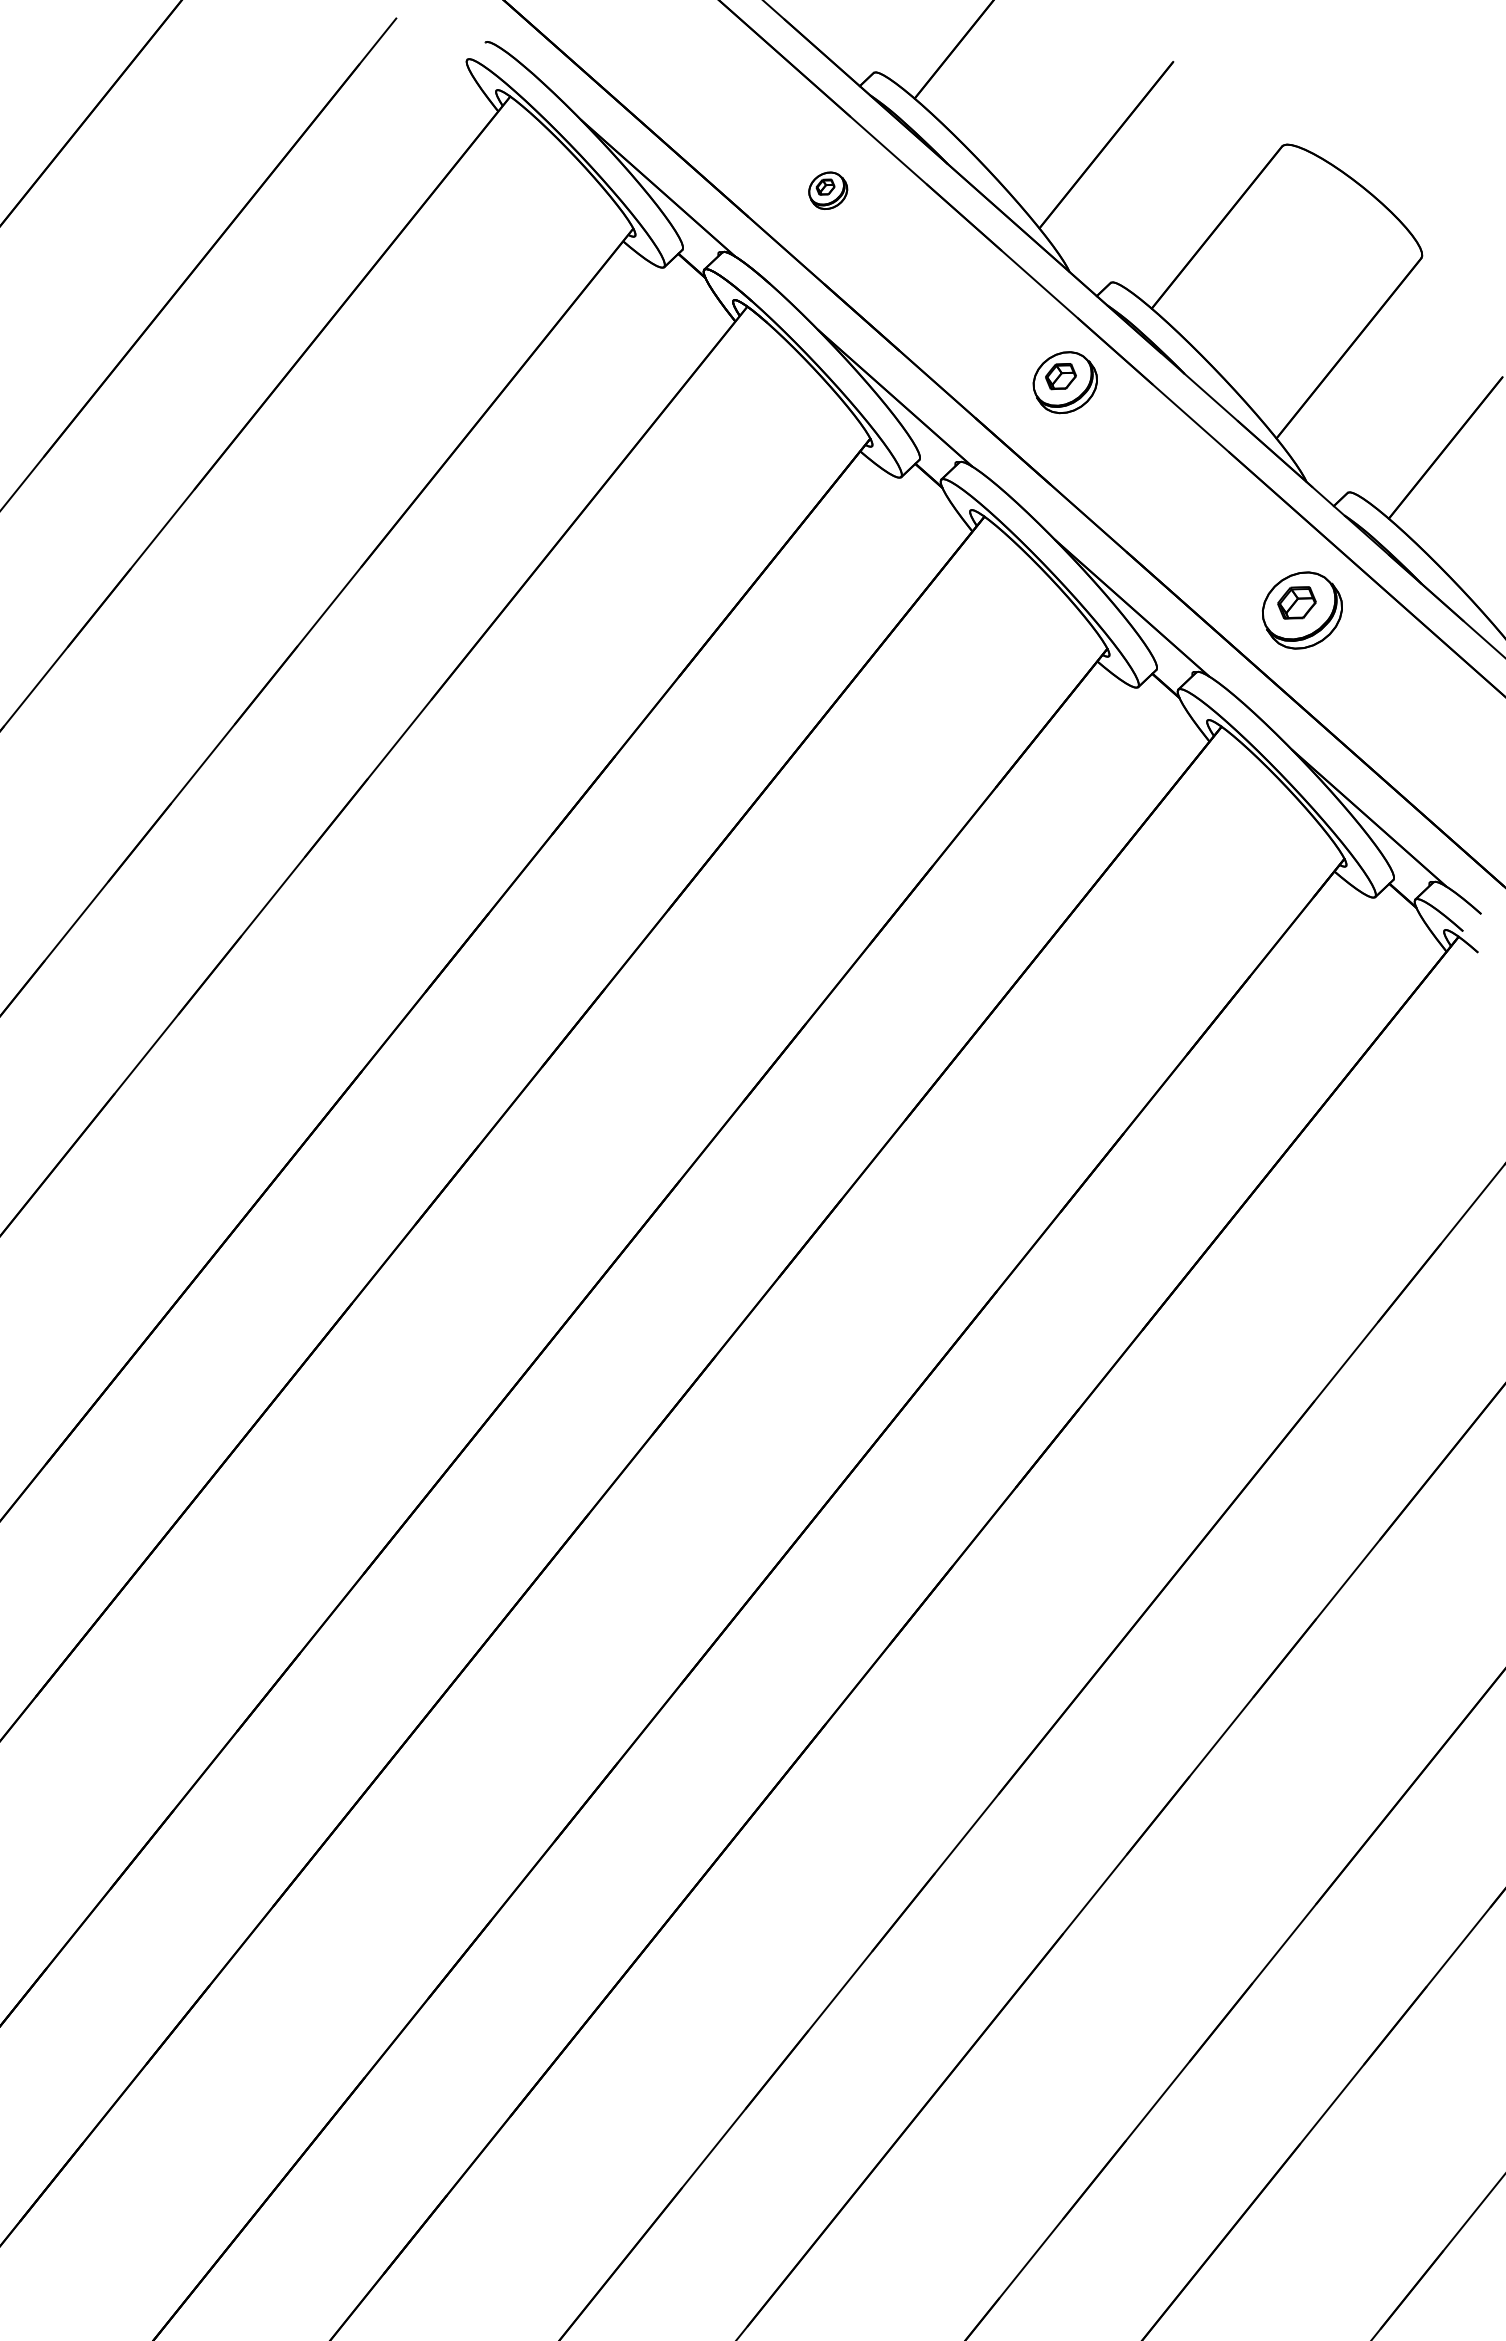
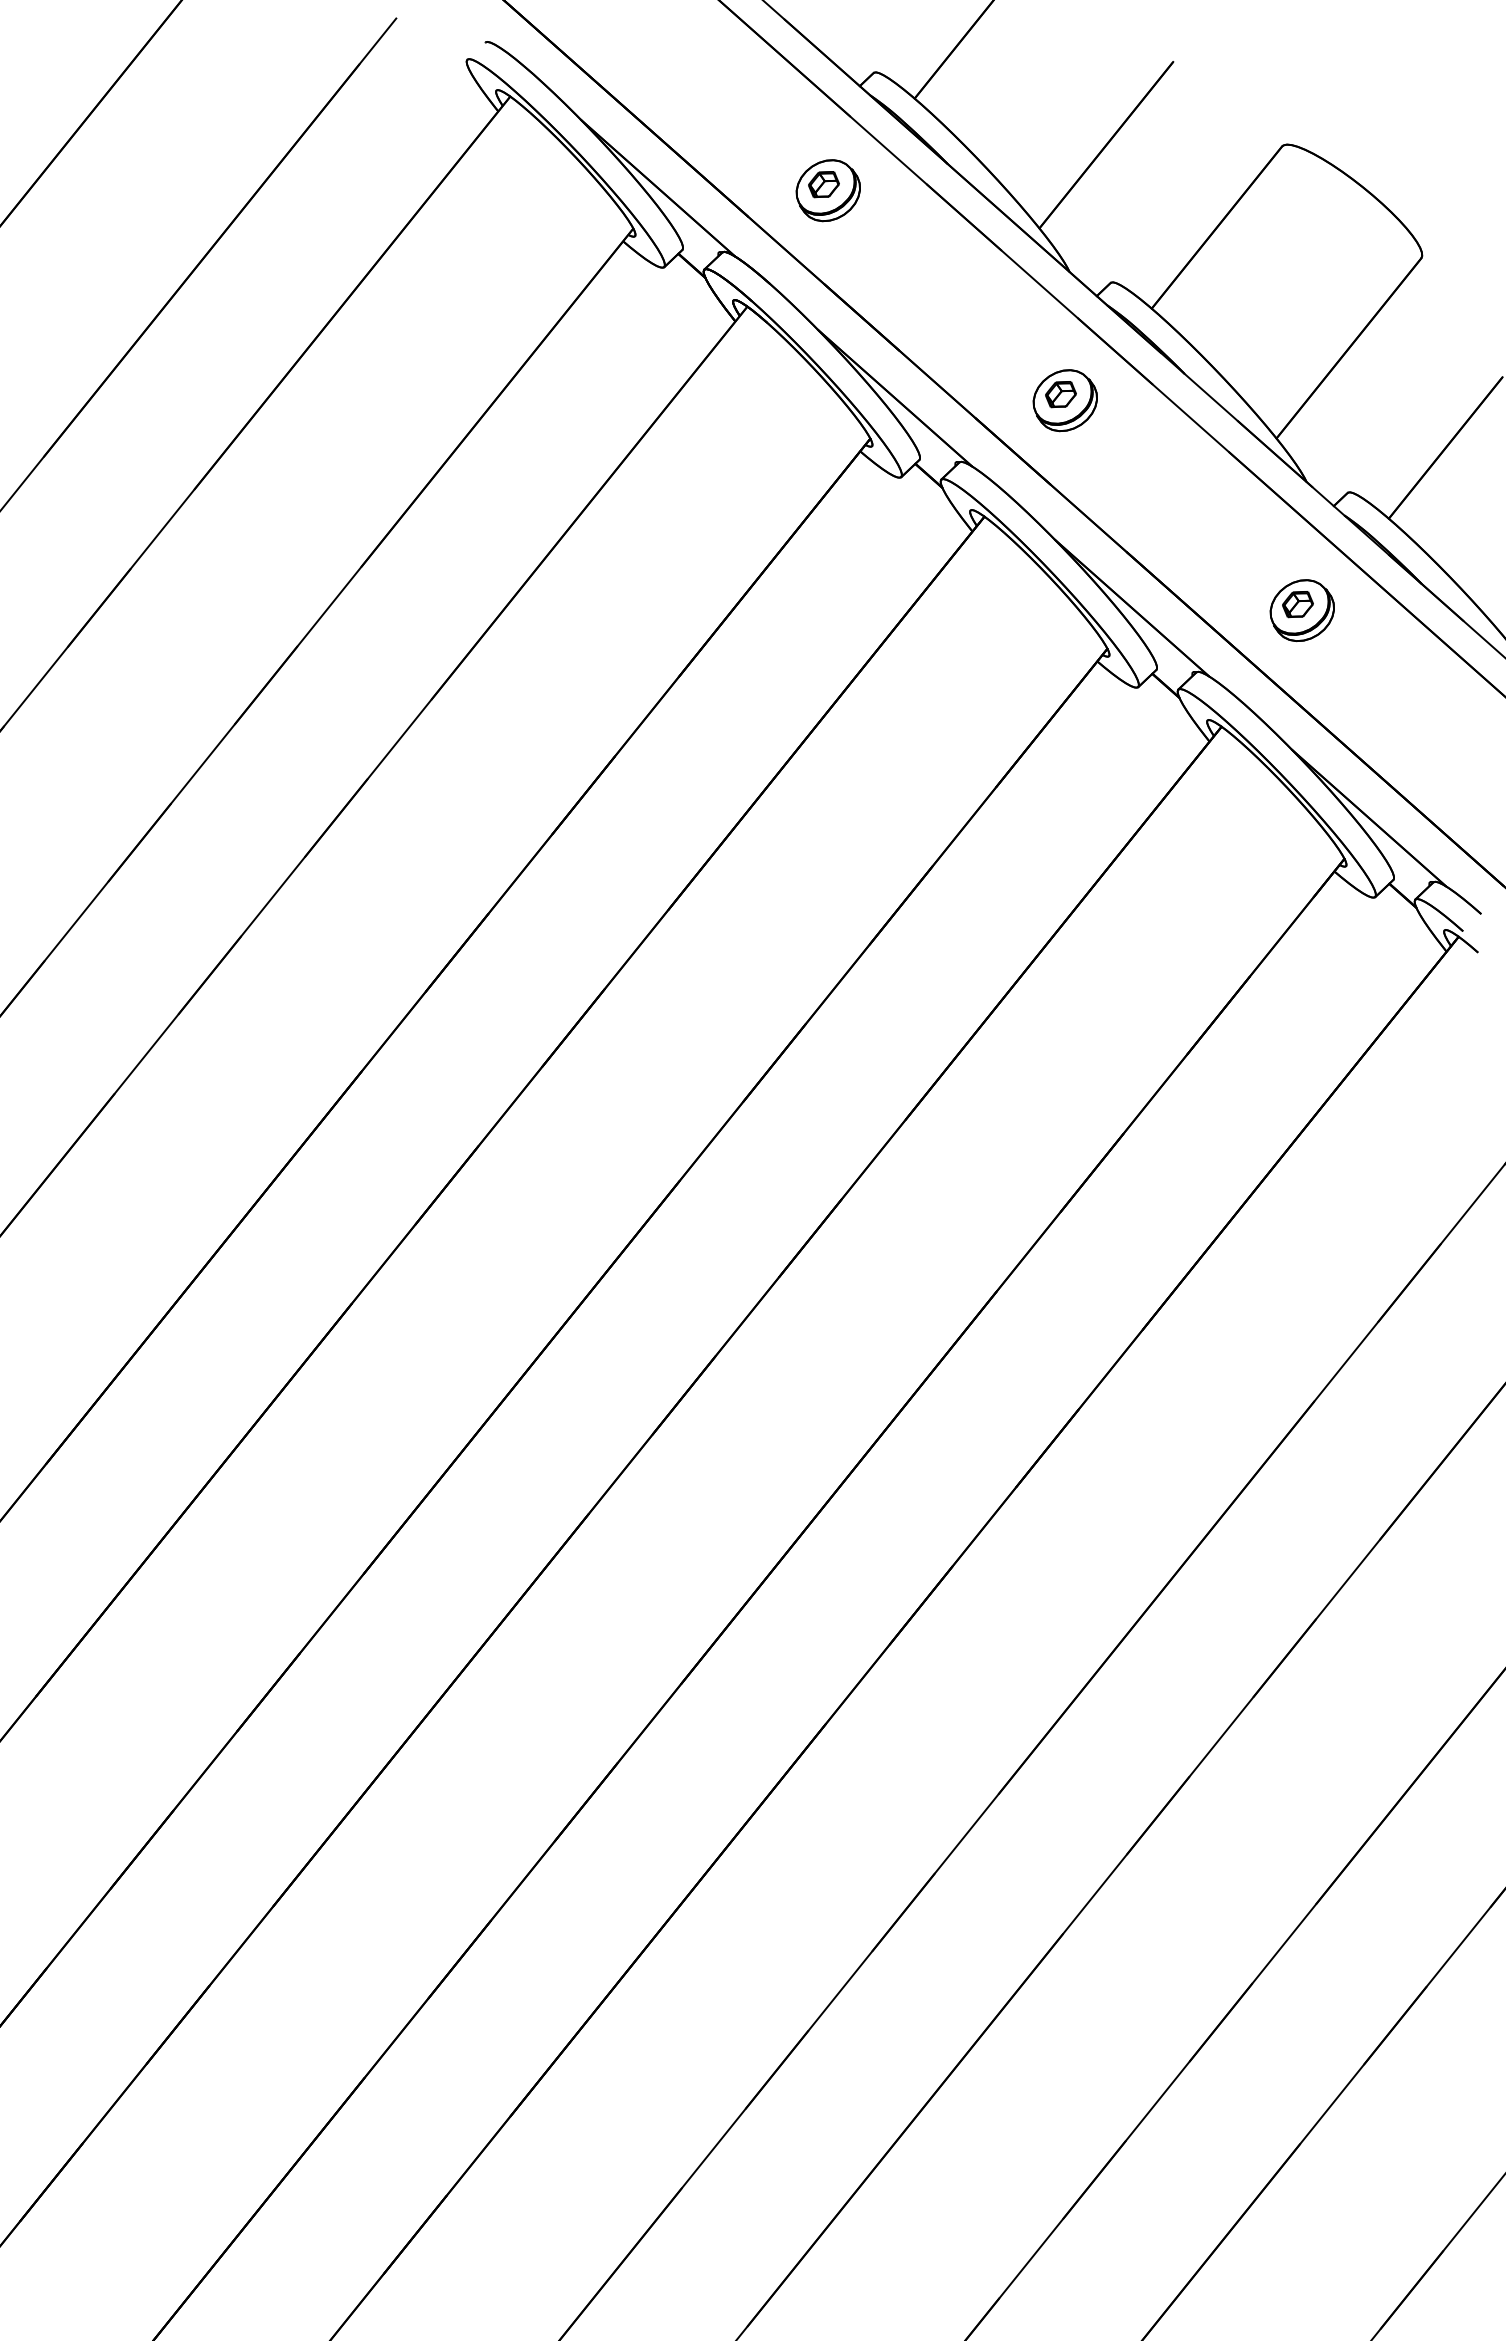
part at (828, 190) size: 41x39 px -> 66x64 px
part at (1064, 382) position: (1064, 382) -> (1064, 400)
part at (1302, 610) size: 81x79 px -> 66x64 px
